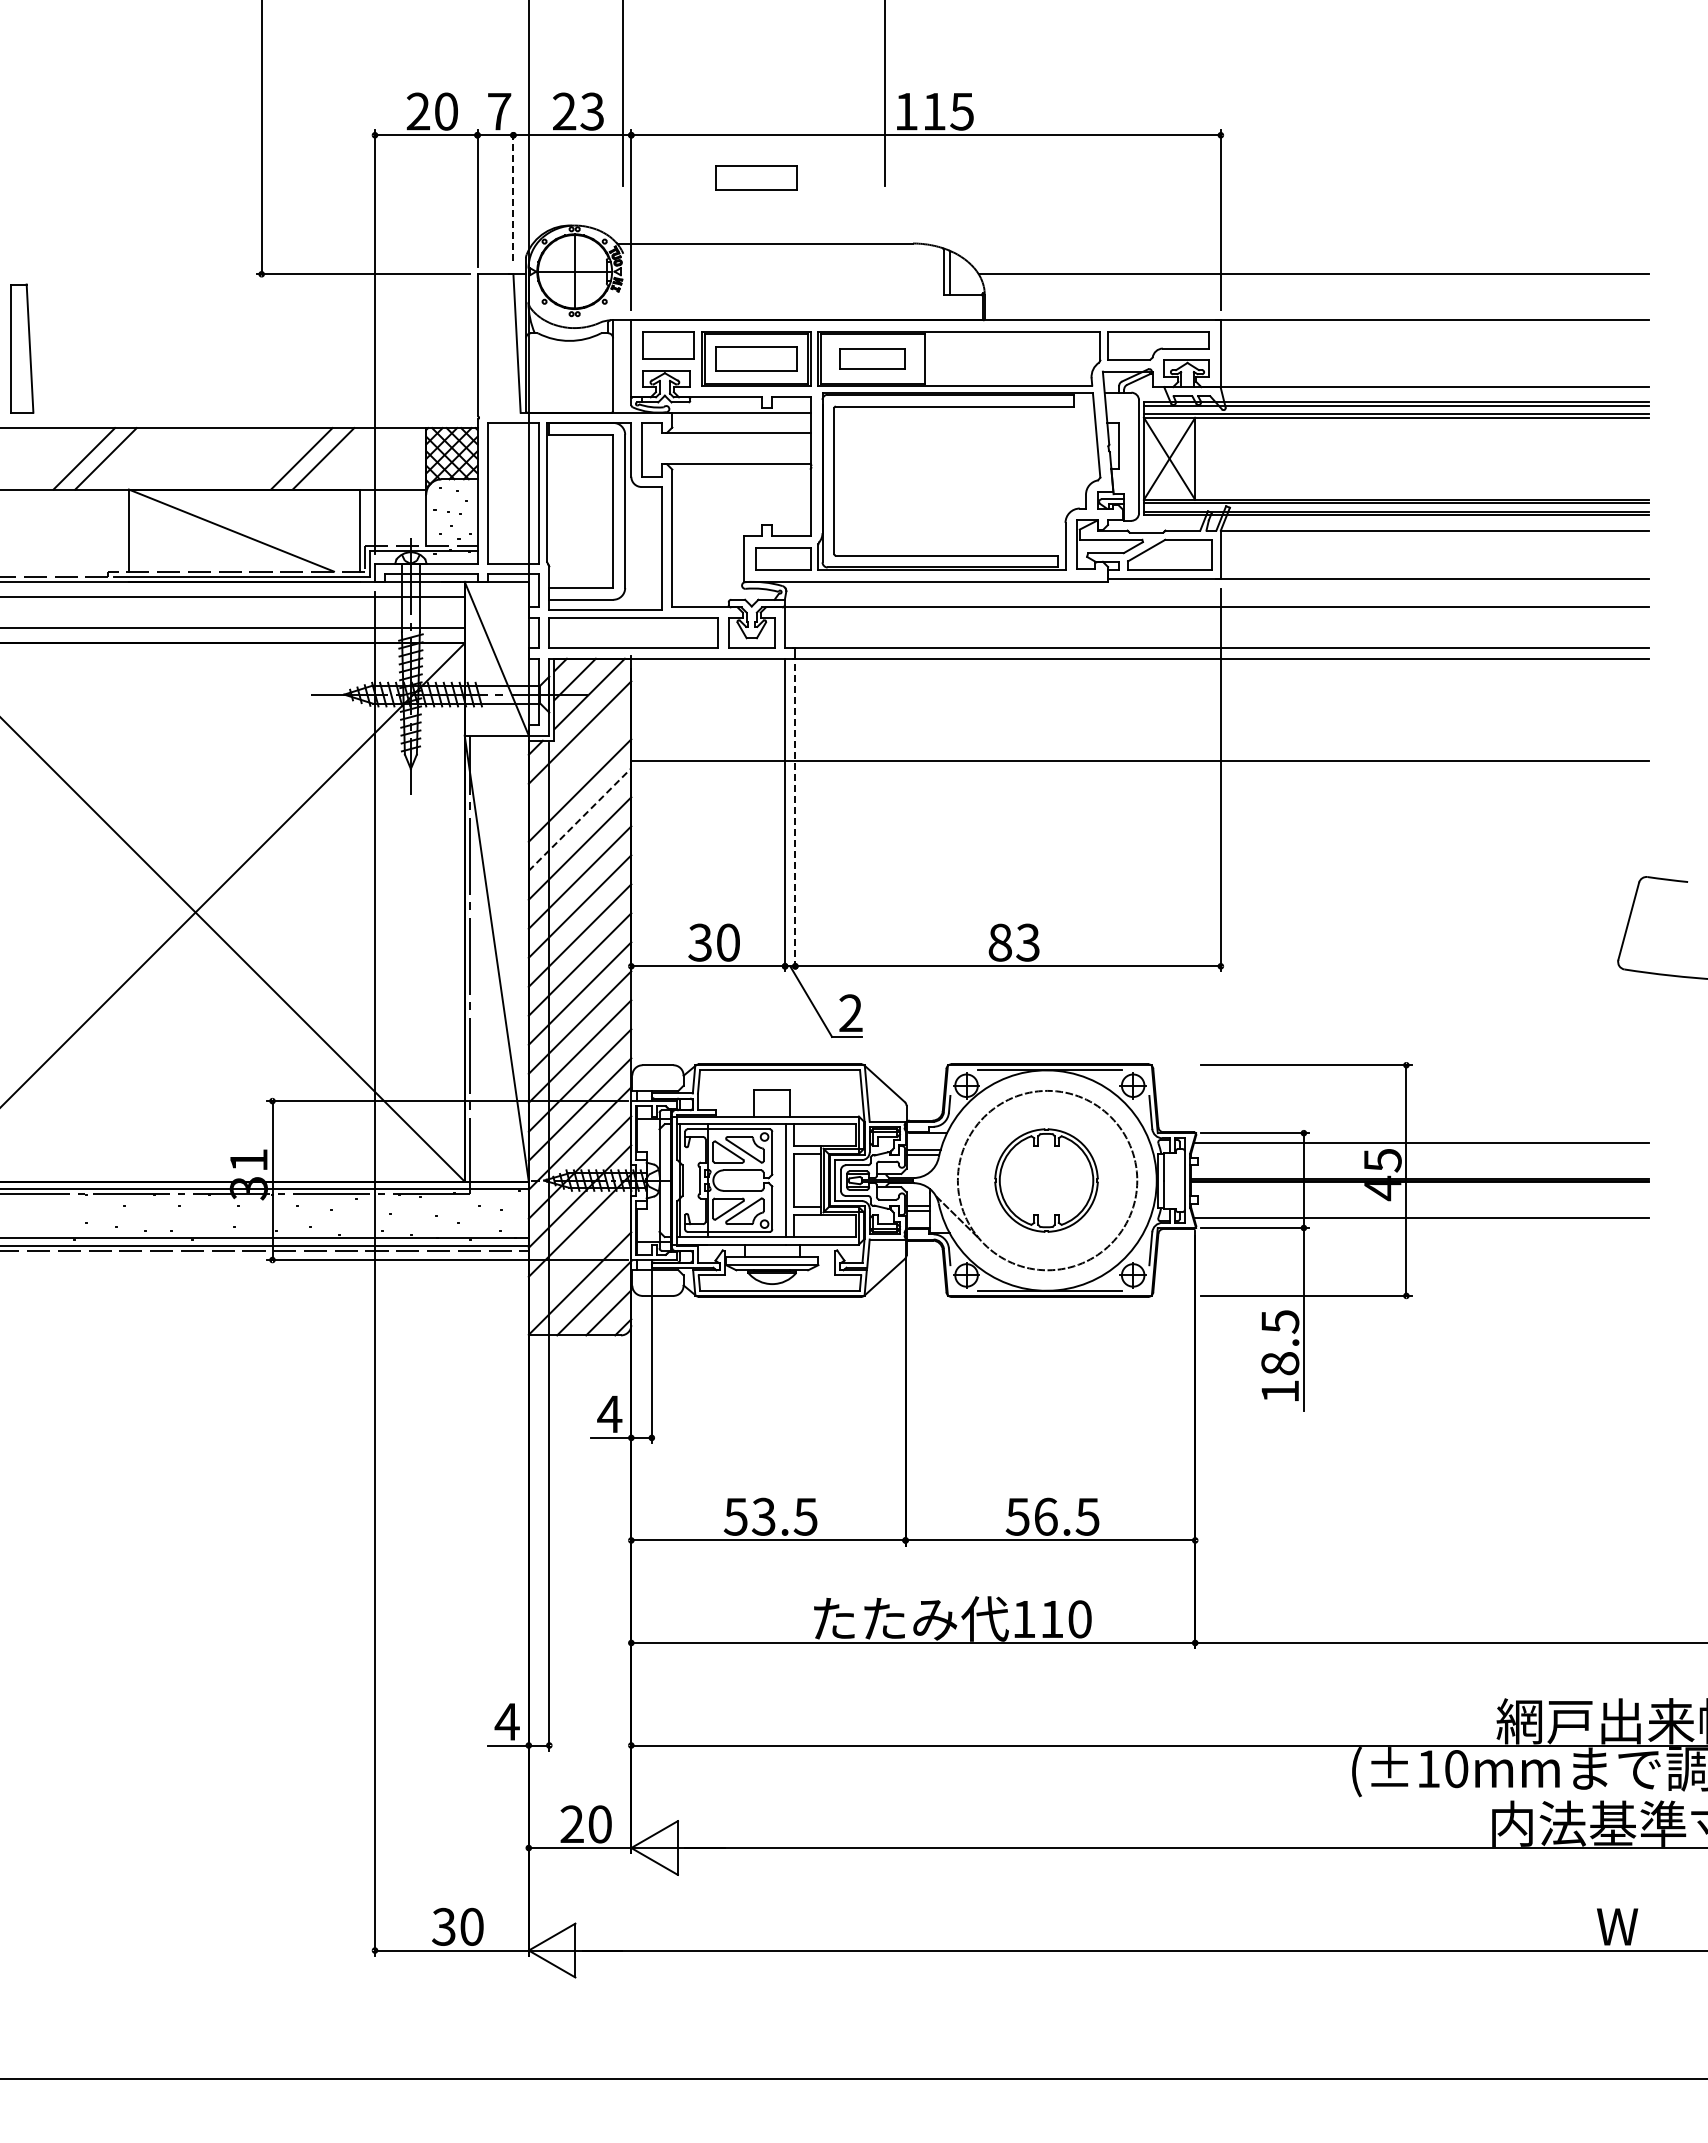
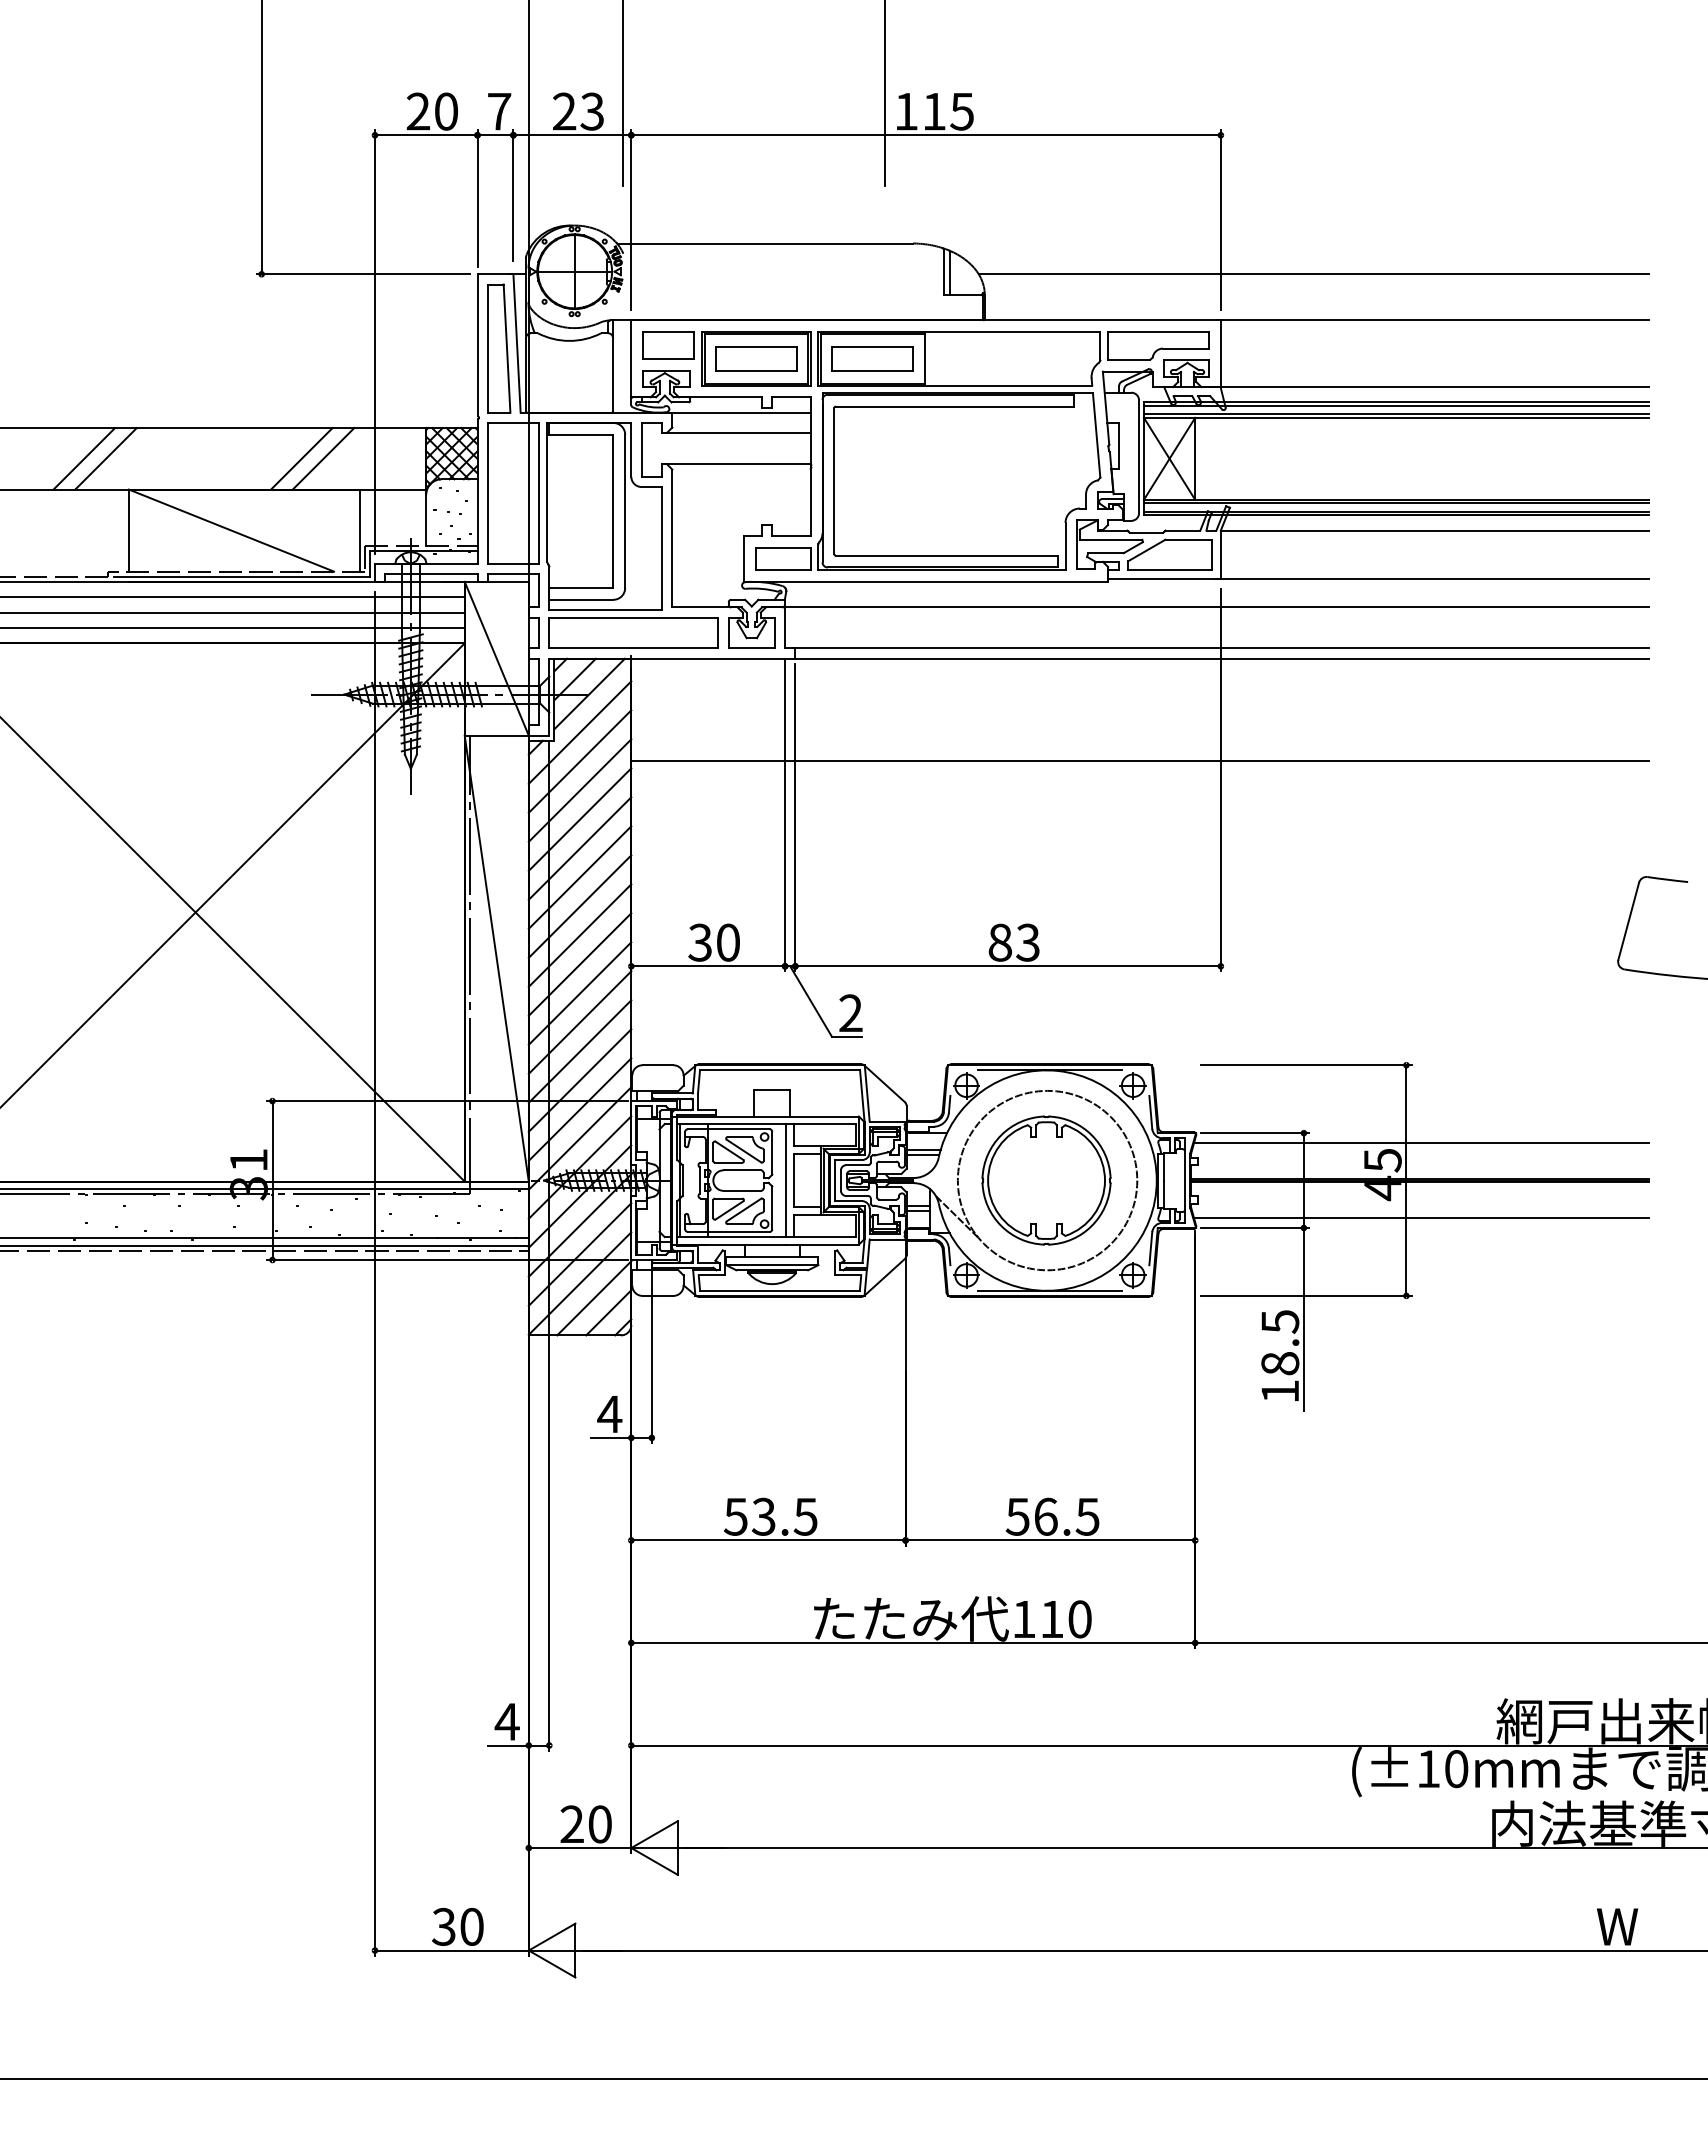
part at (756, 177): present -> none
line at (513, 195): dashed -> solid
part at (22, 348) position: (22, 348) -> (499, 348)
part at (872, 358) size: 67x22 px -> 83x26 px
line at (233, 612): none -> present
line at (579, 761): none -> present
line at (795, 817): dashed -> solid
line at (580, 819): dashed -> solid
part at (1046, 1180) size: 105x105 px -> 131x131 px
line at (579, 1254): none -> present
